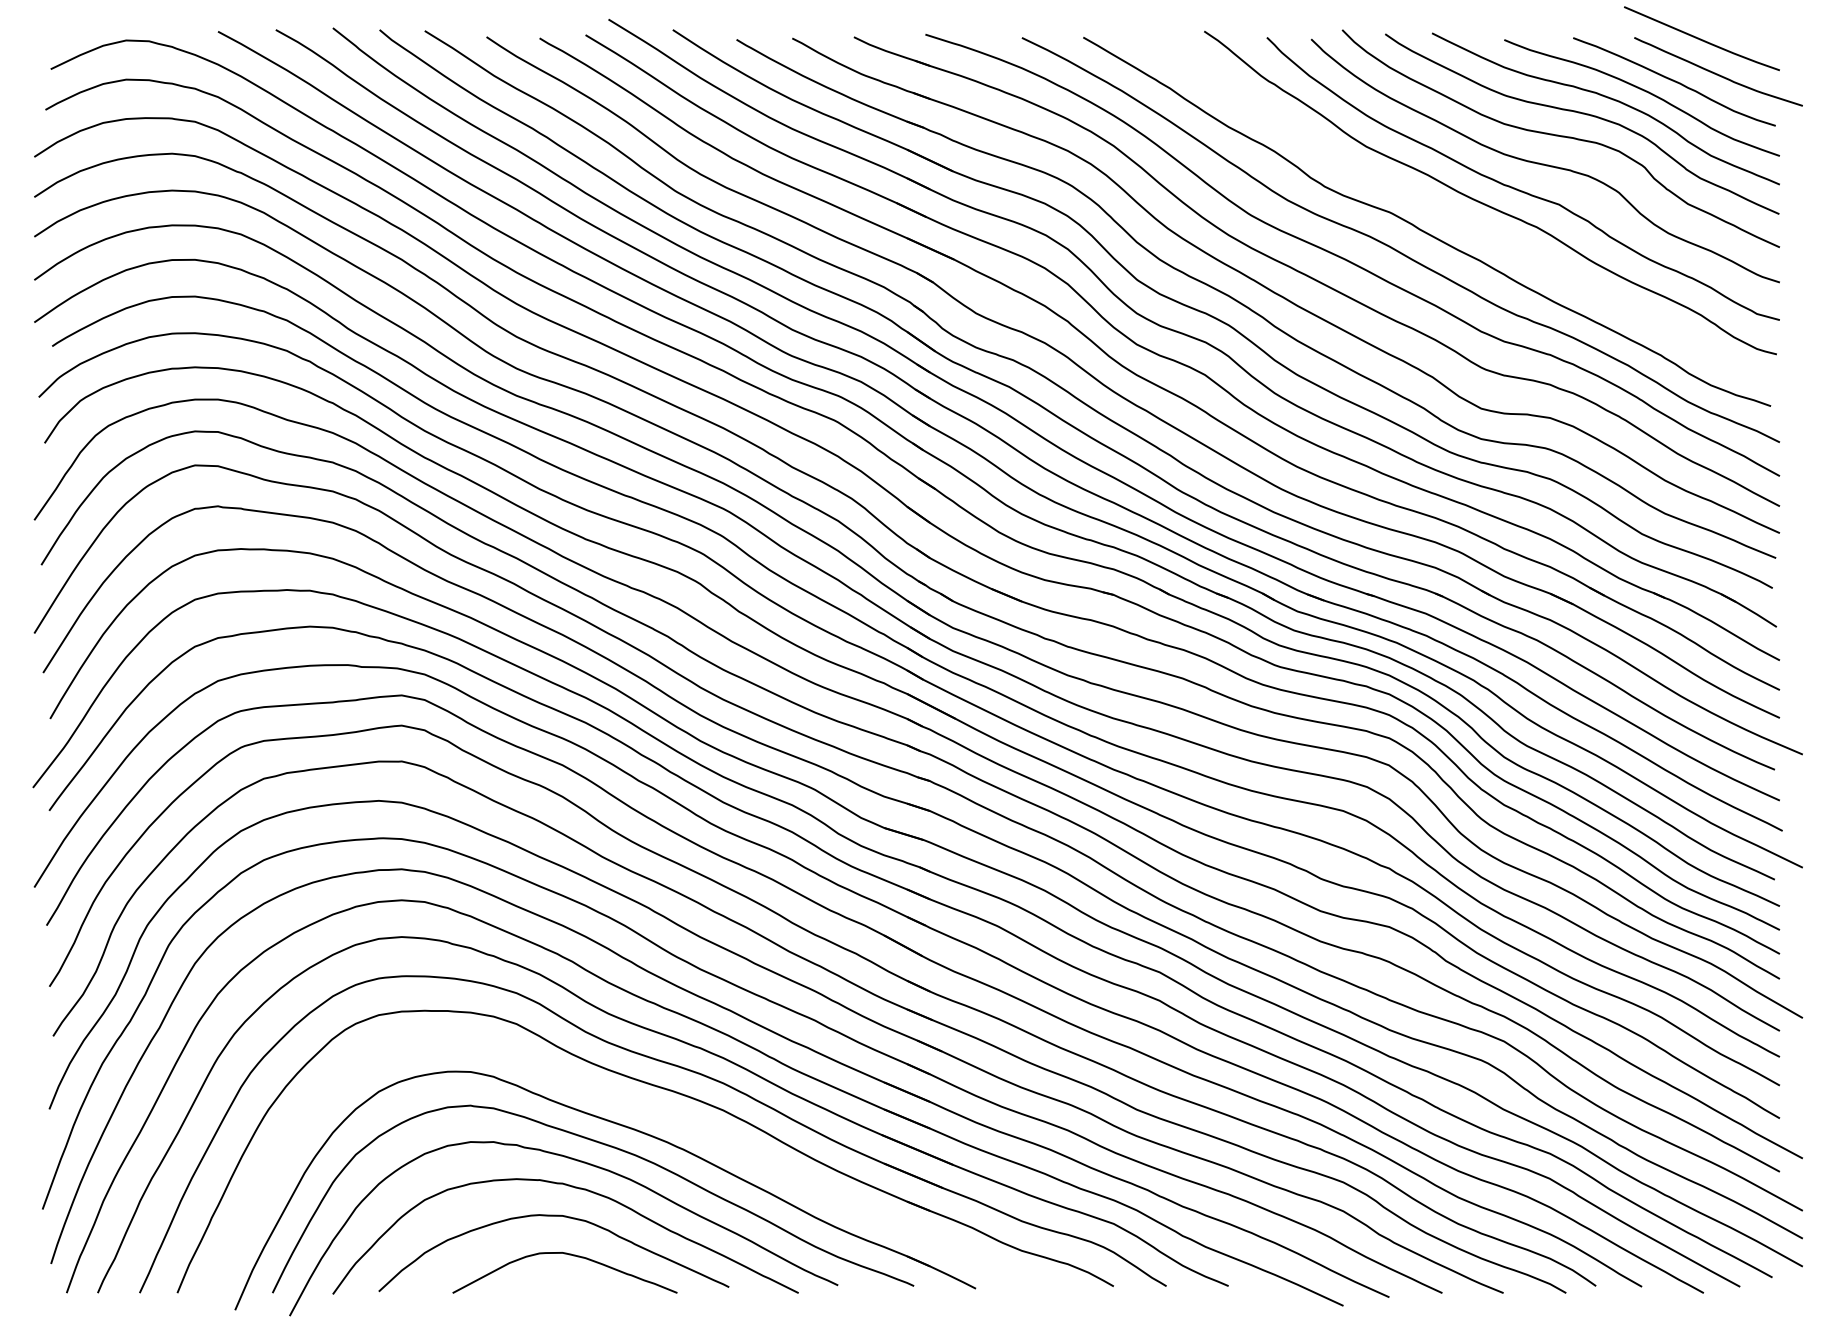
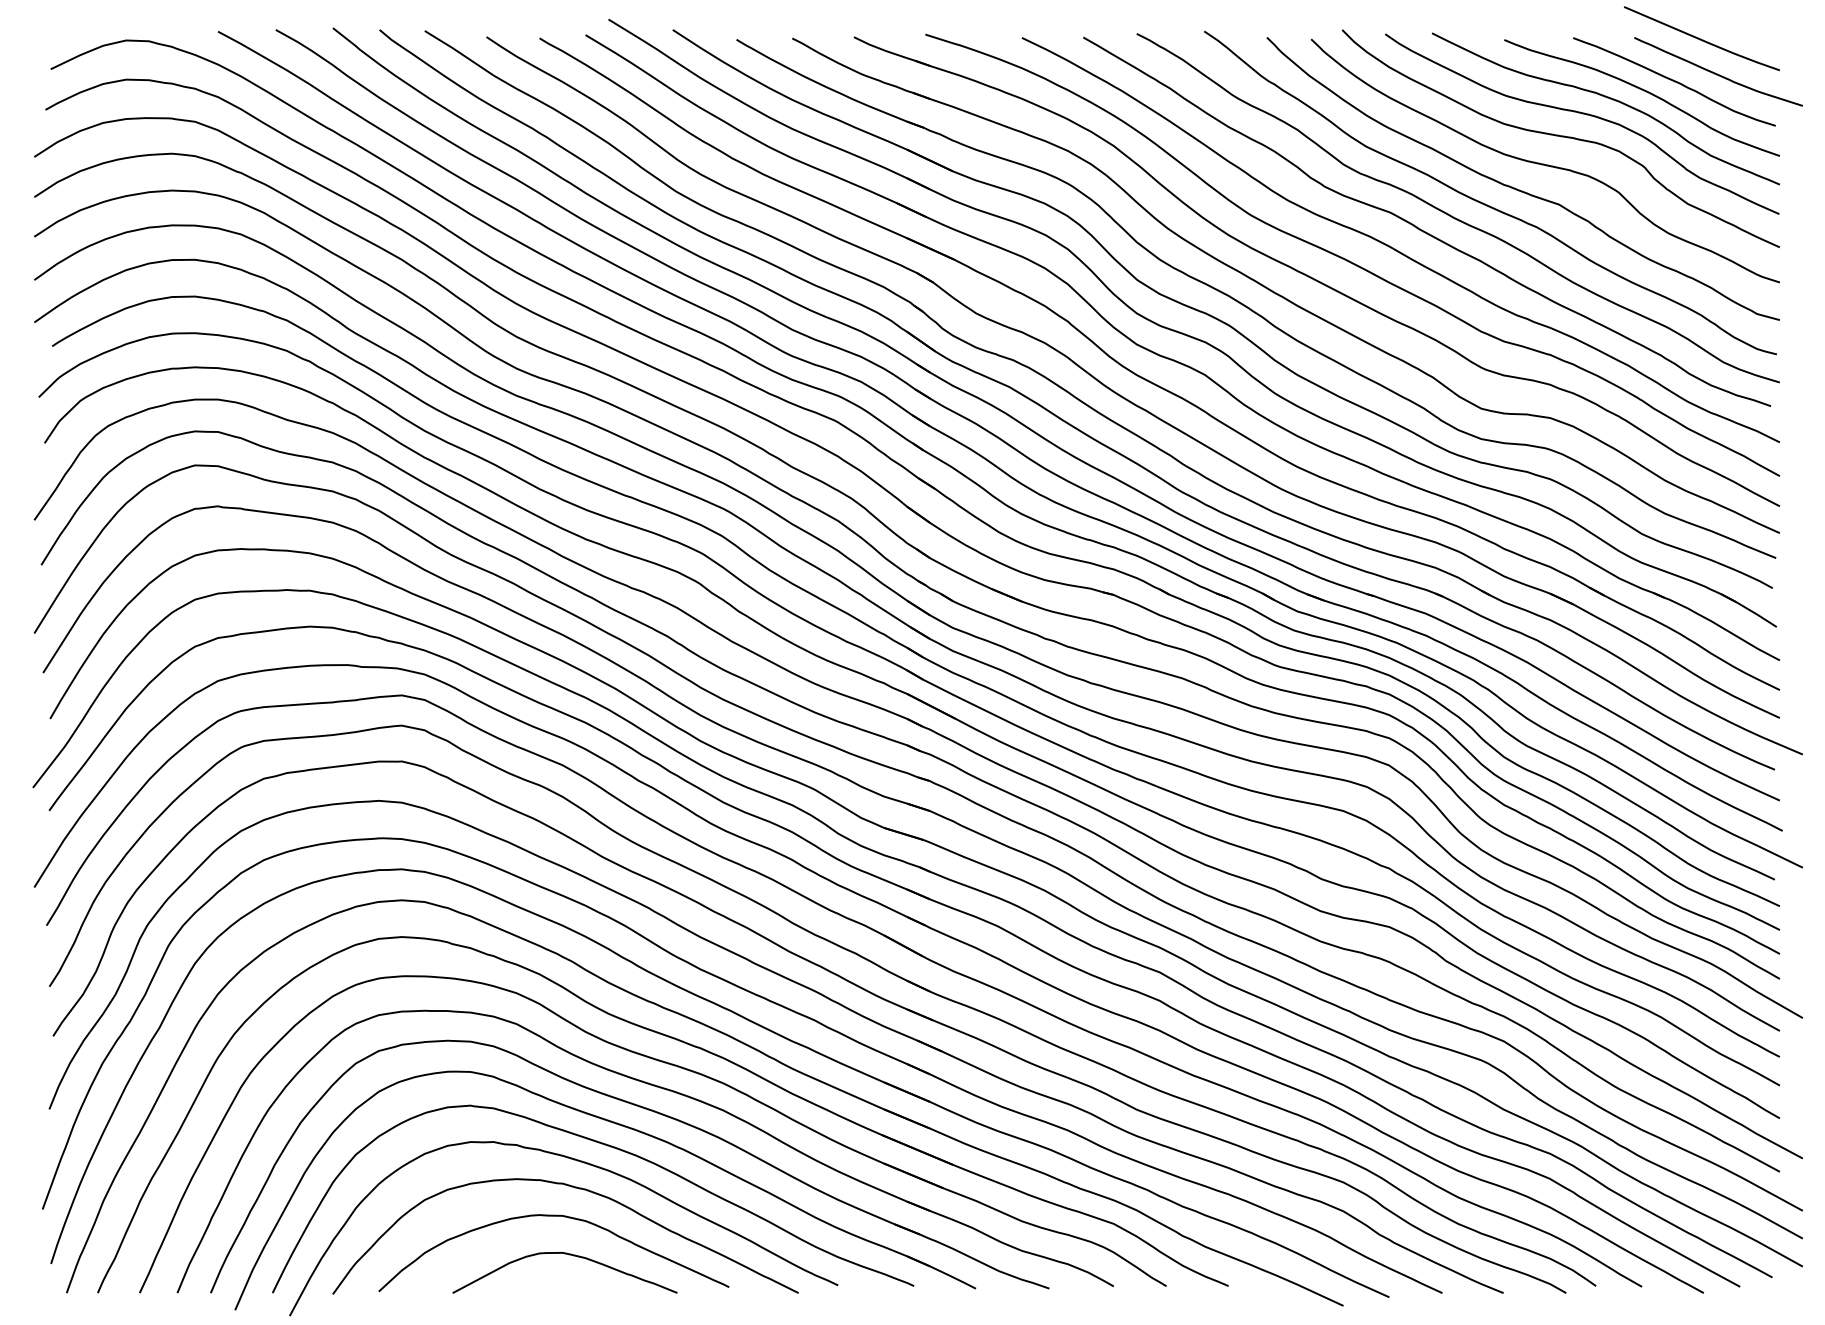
curve at (1453, 216): none -> present
part at (653, 1112): none -> present
